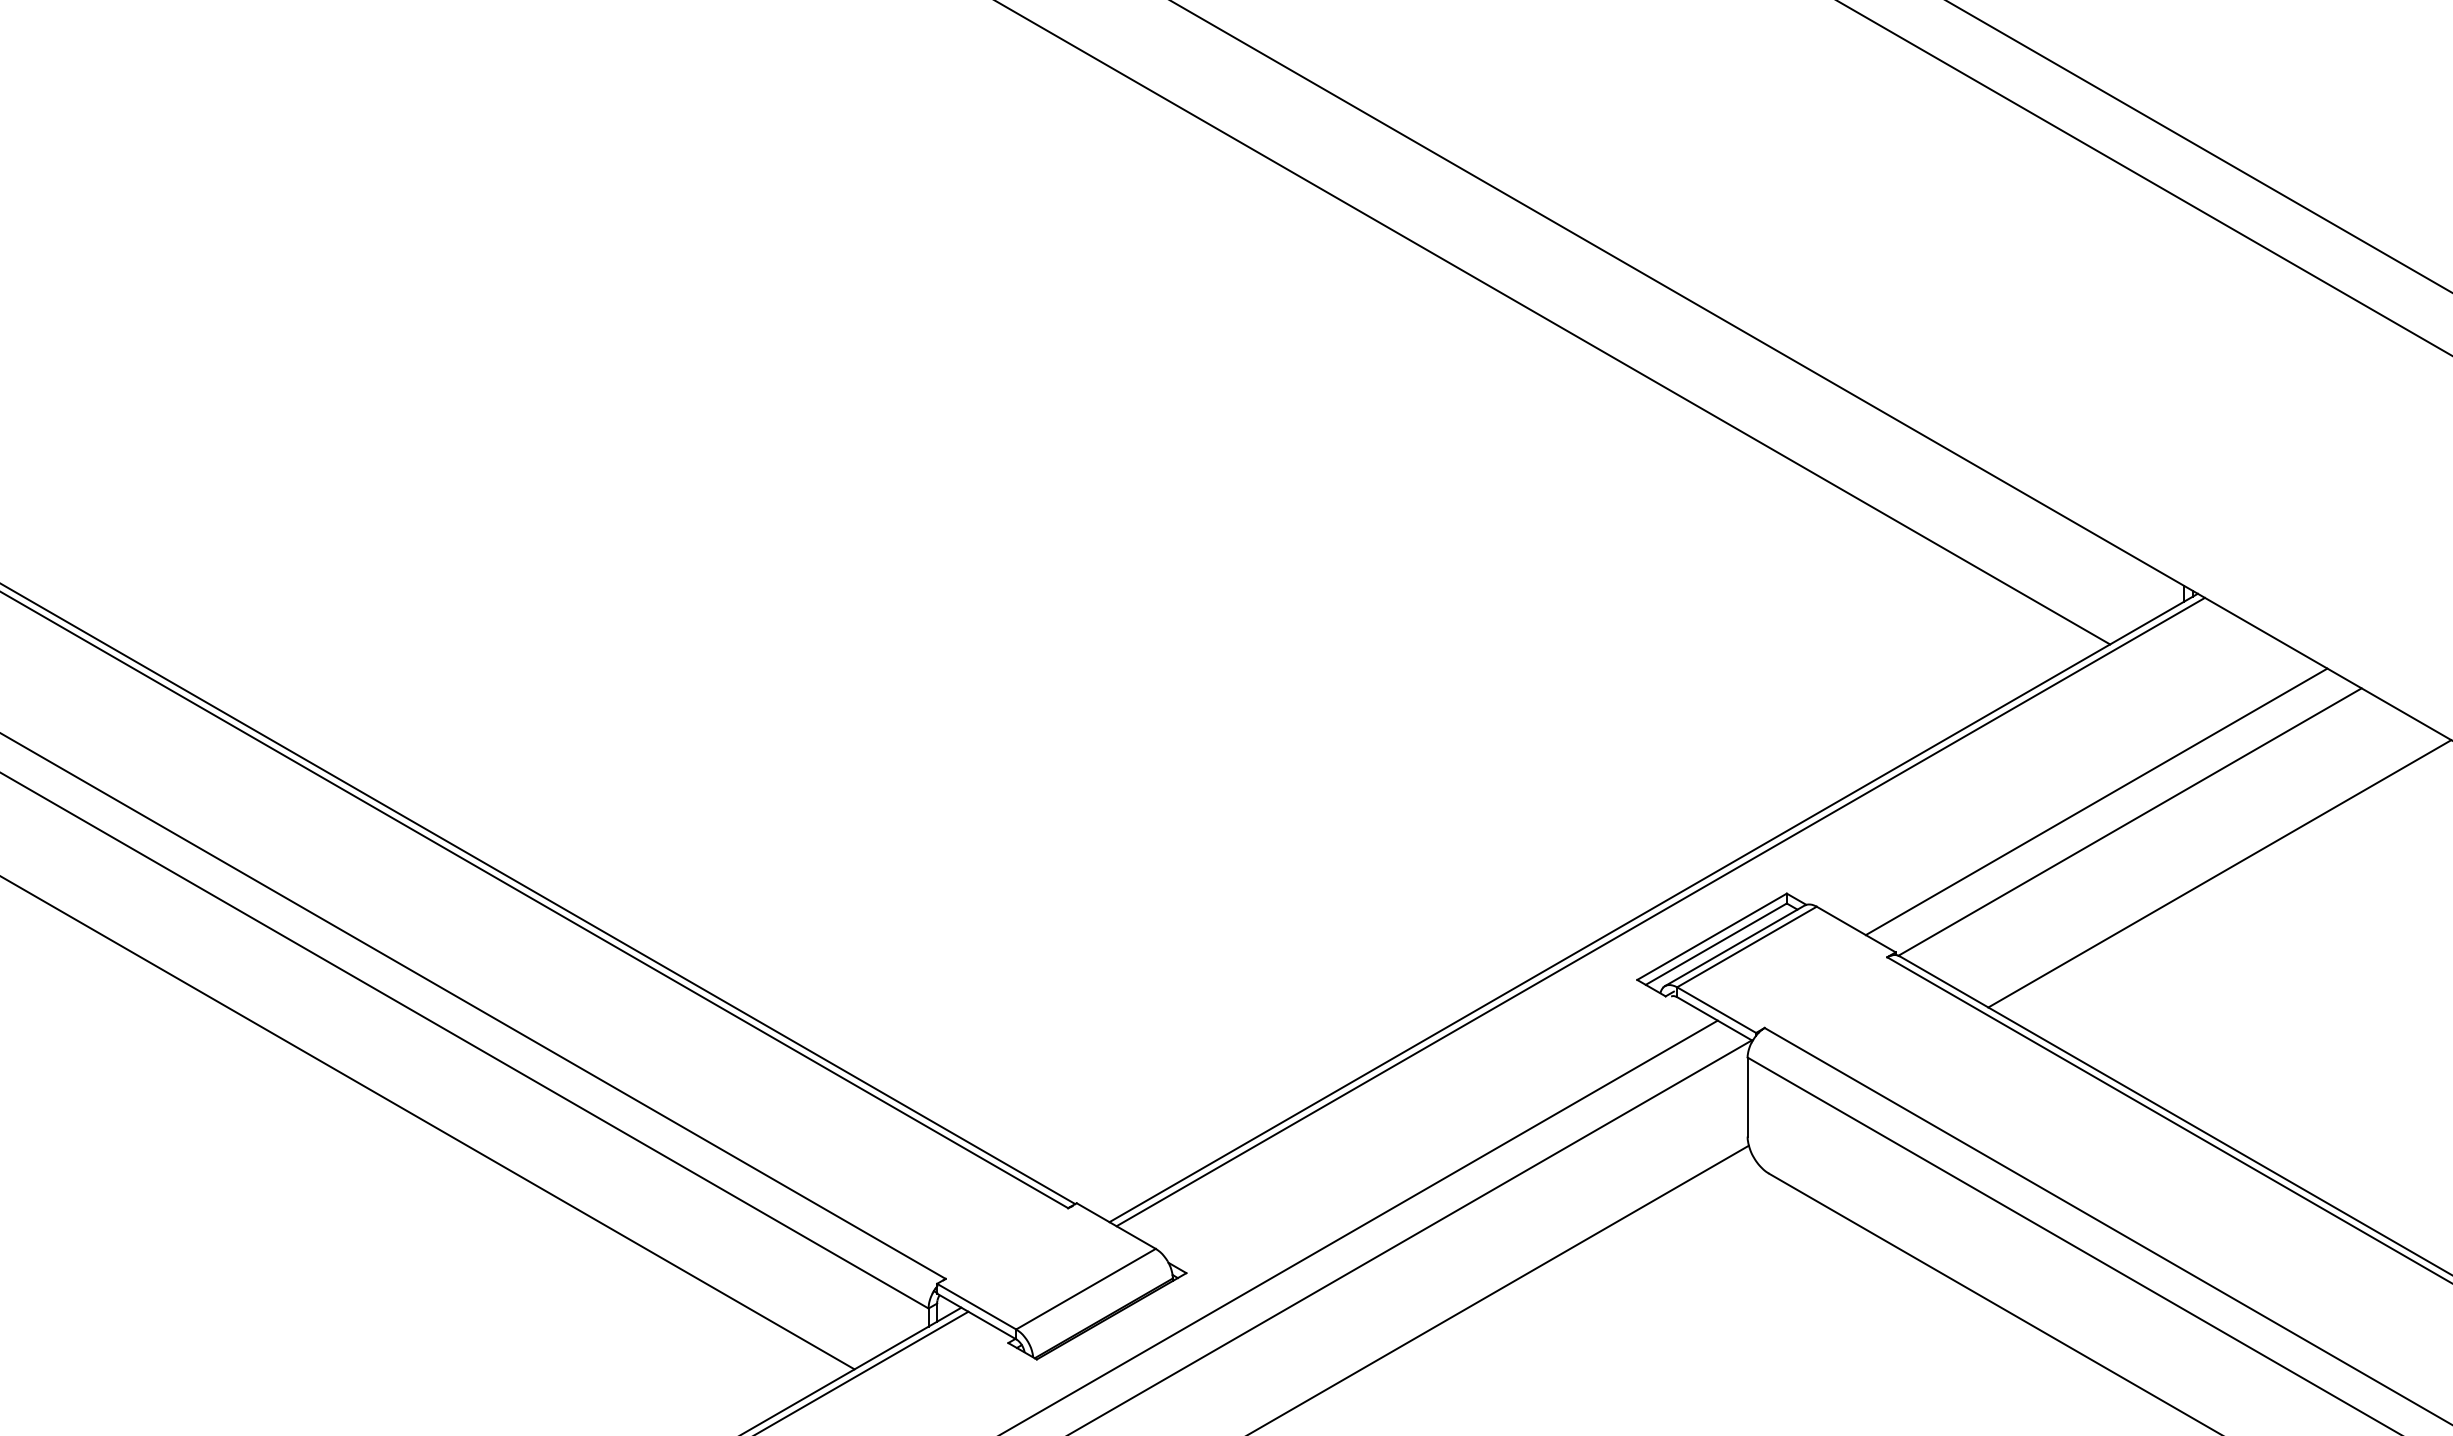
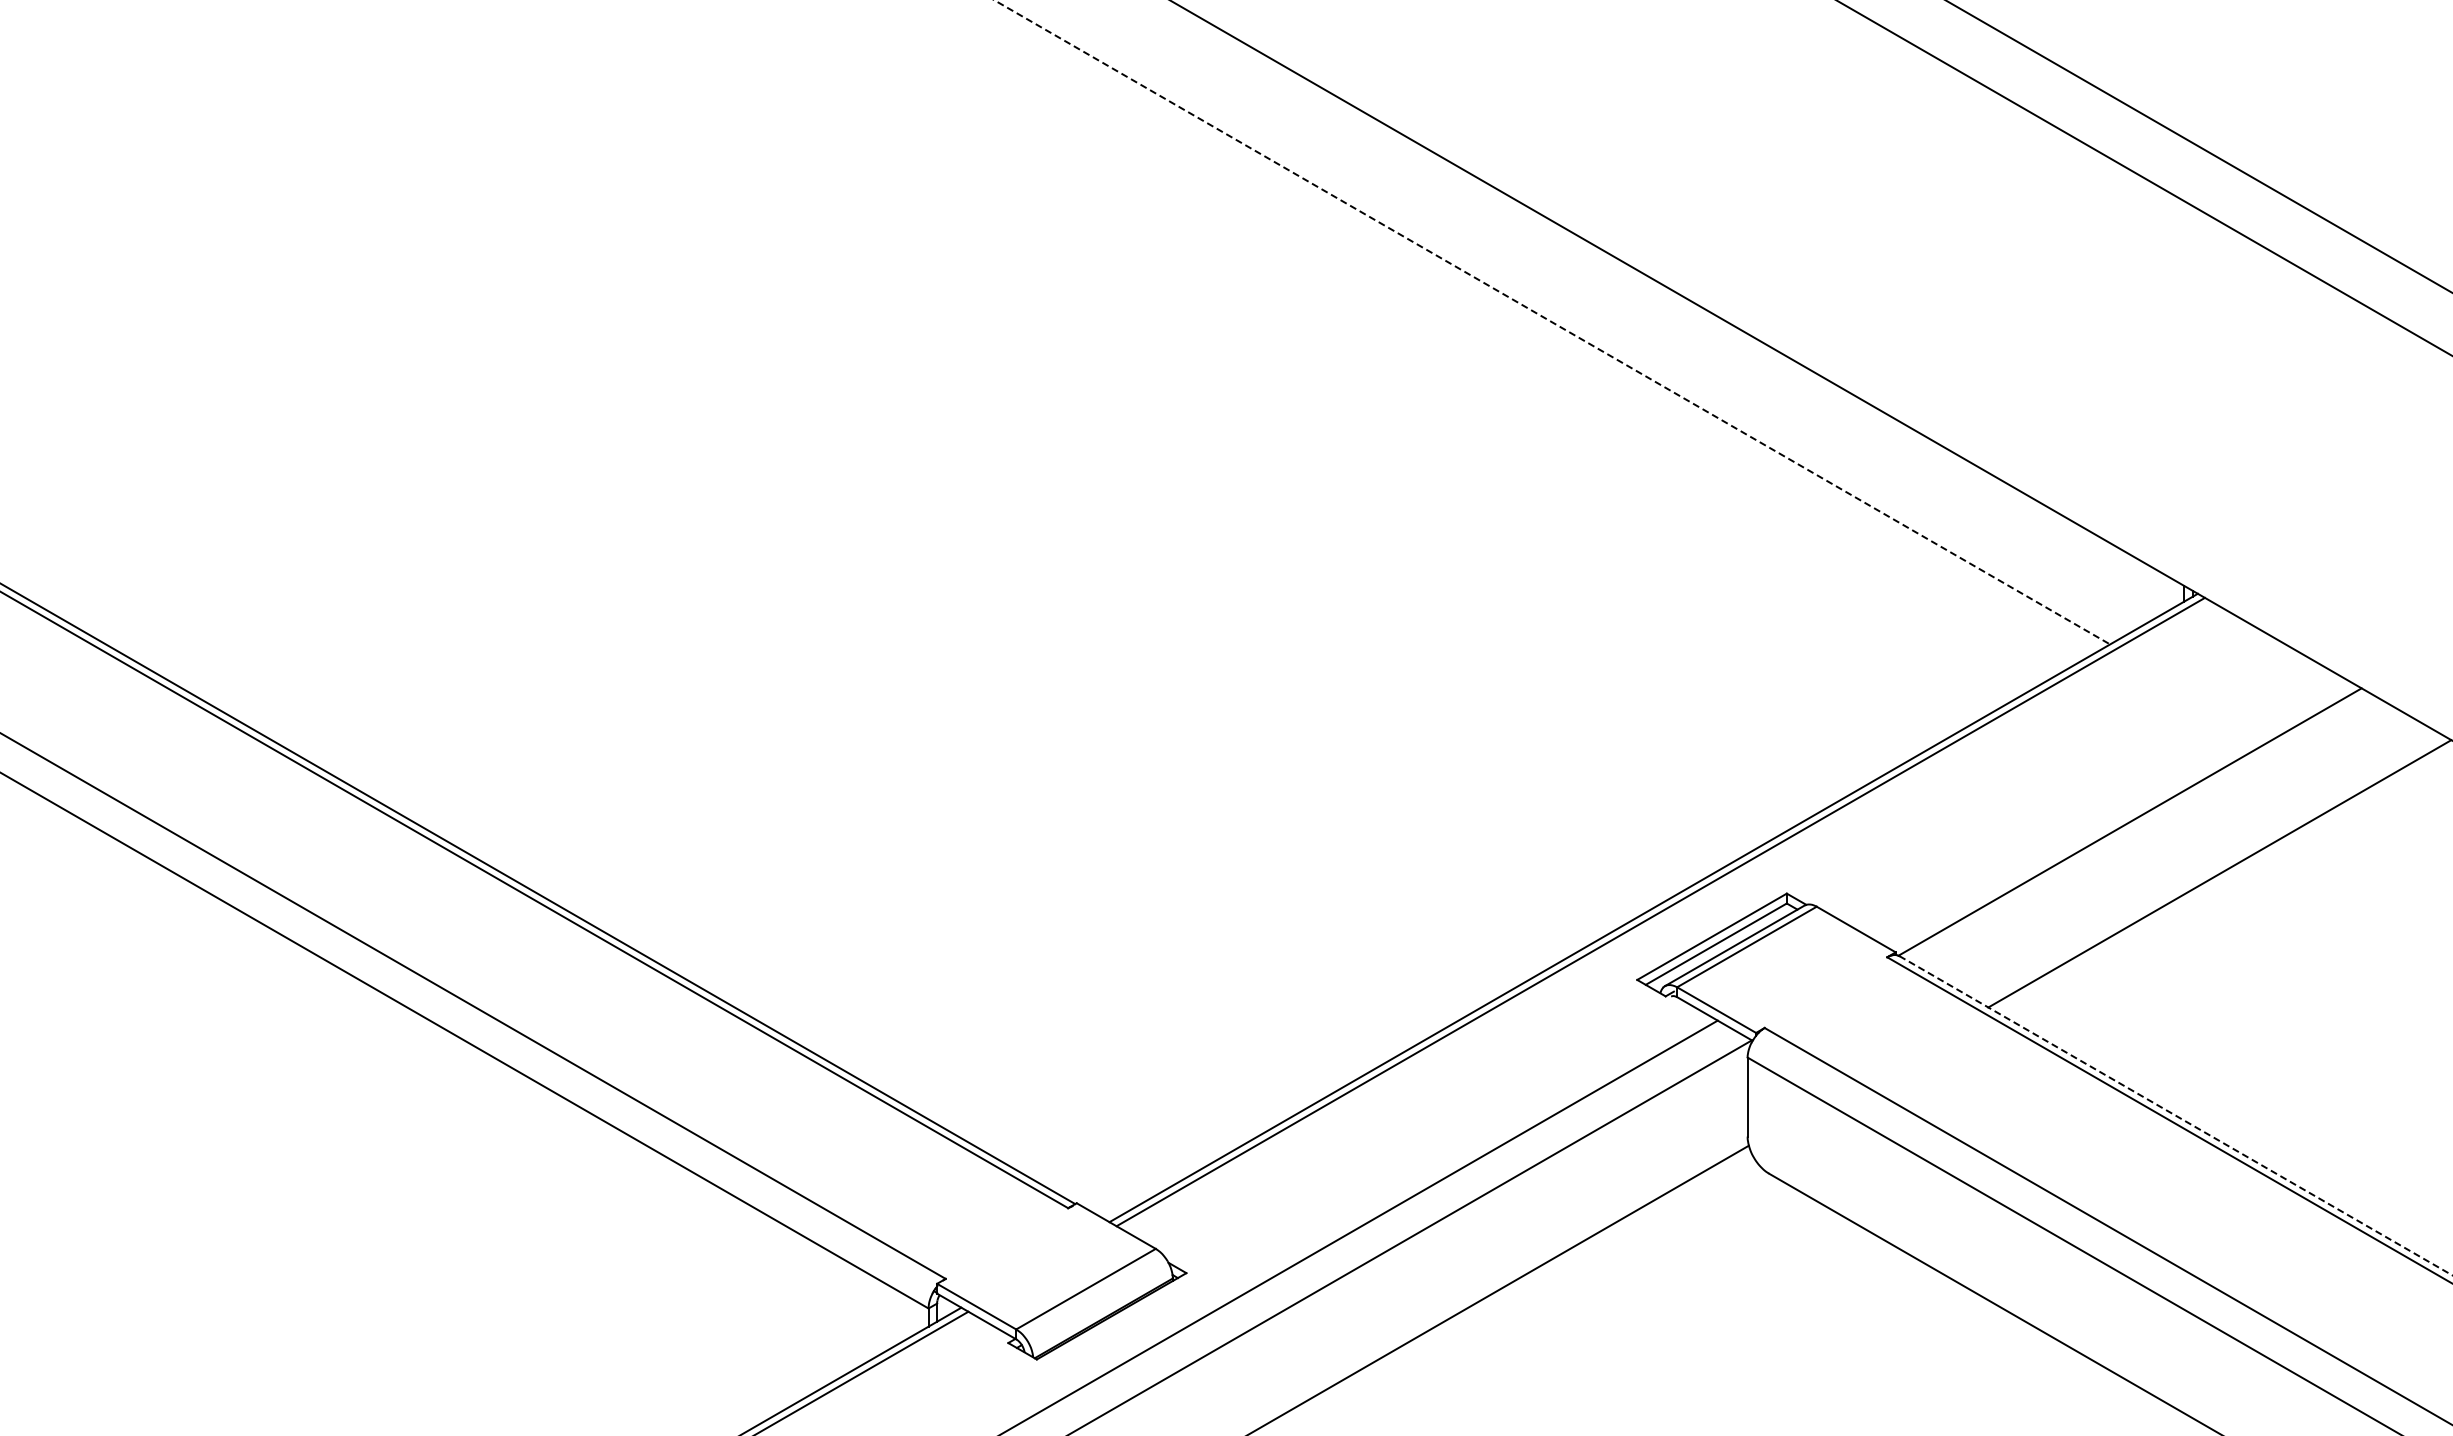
line at (1552, 322): solid -> dashed
line at (2096, 801): present -> none
line at (2176, 1116): solid -> dashed
line at (428, 1123): present -> none
